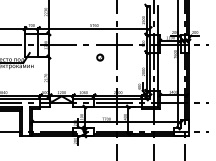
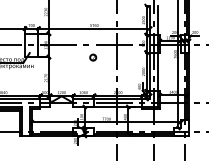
part at (100, 57) position: (100, 57) -> (93, 57)
